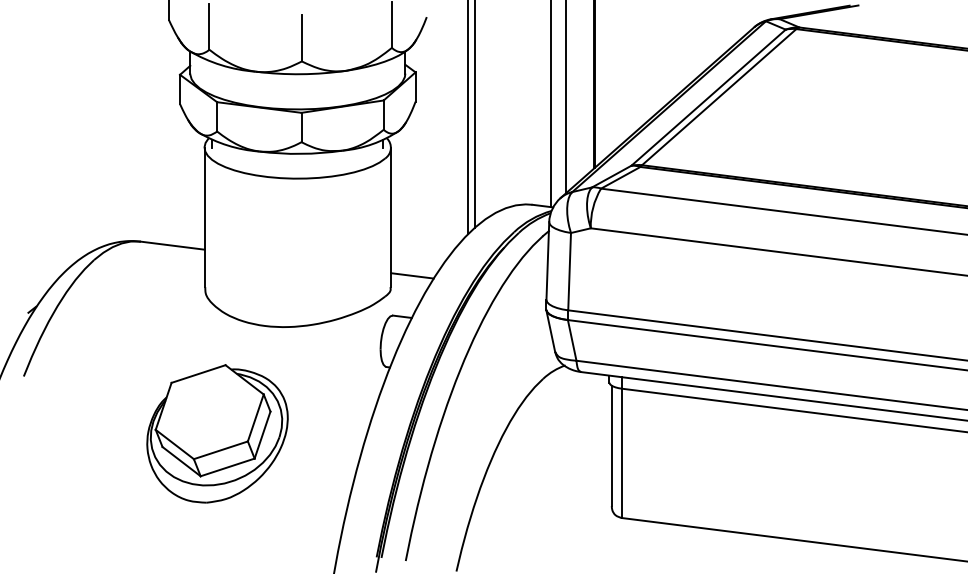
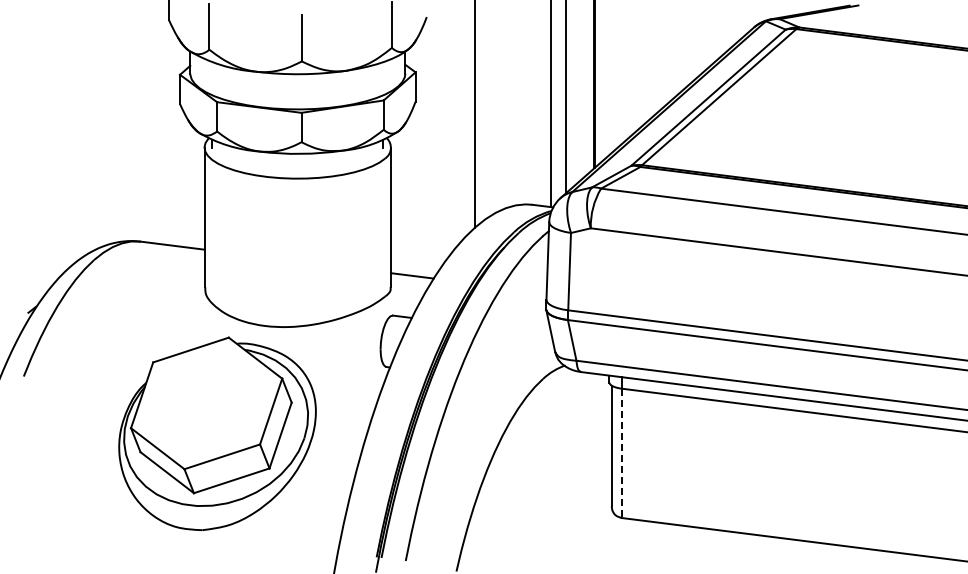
line at (467, 118): present -> none
part at (217, 433) size: 143x140 px -> 199x196 px
line at (621, 453): solid -> dashed
